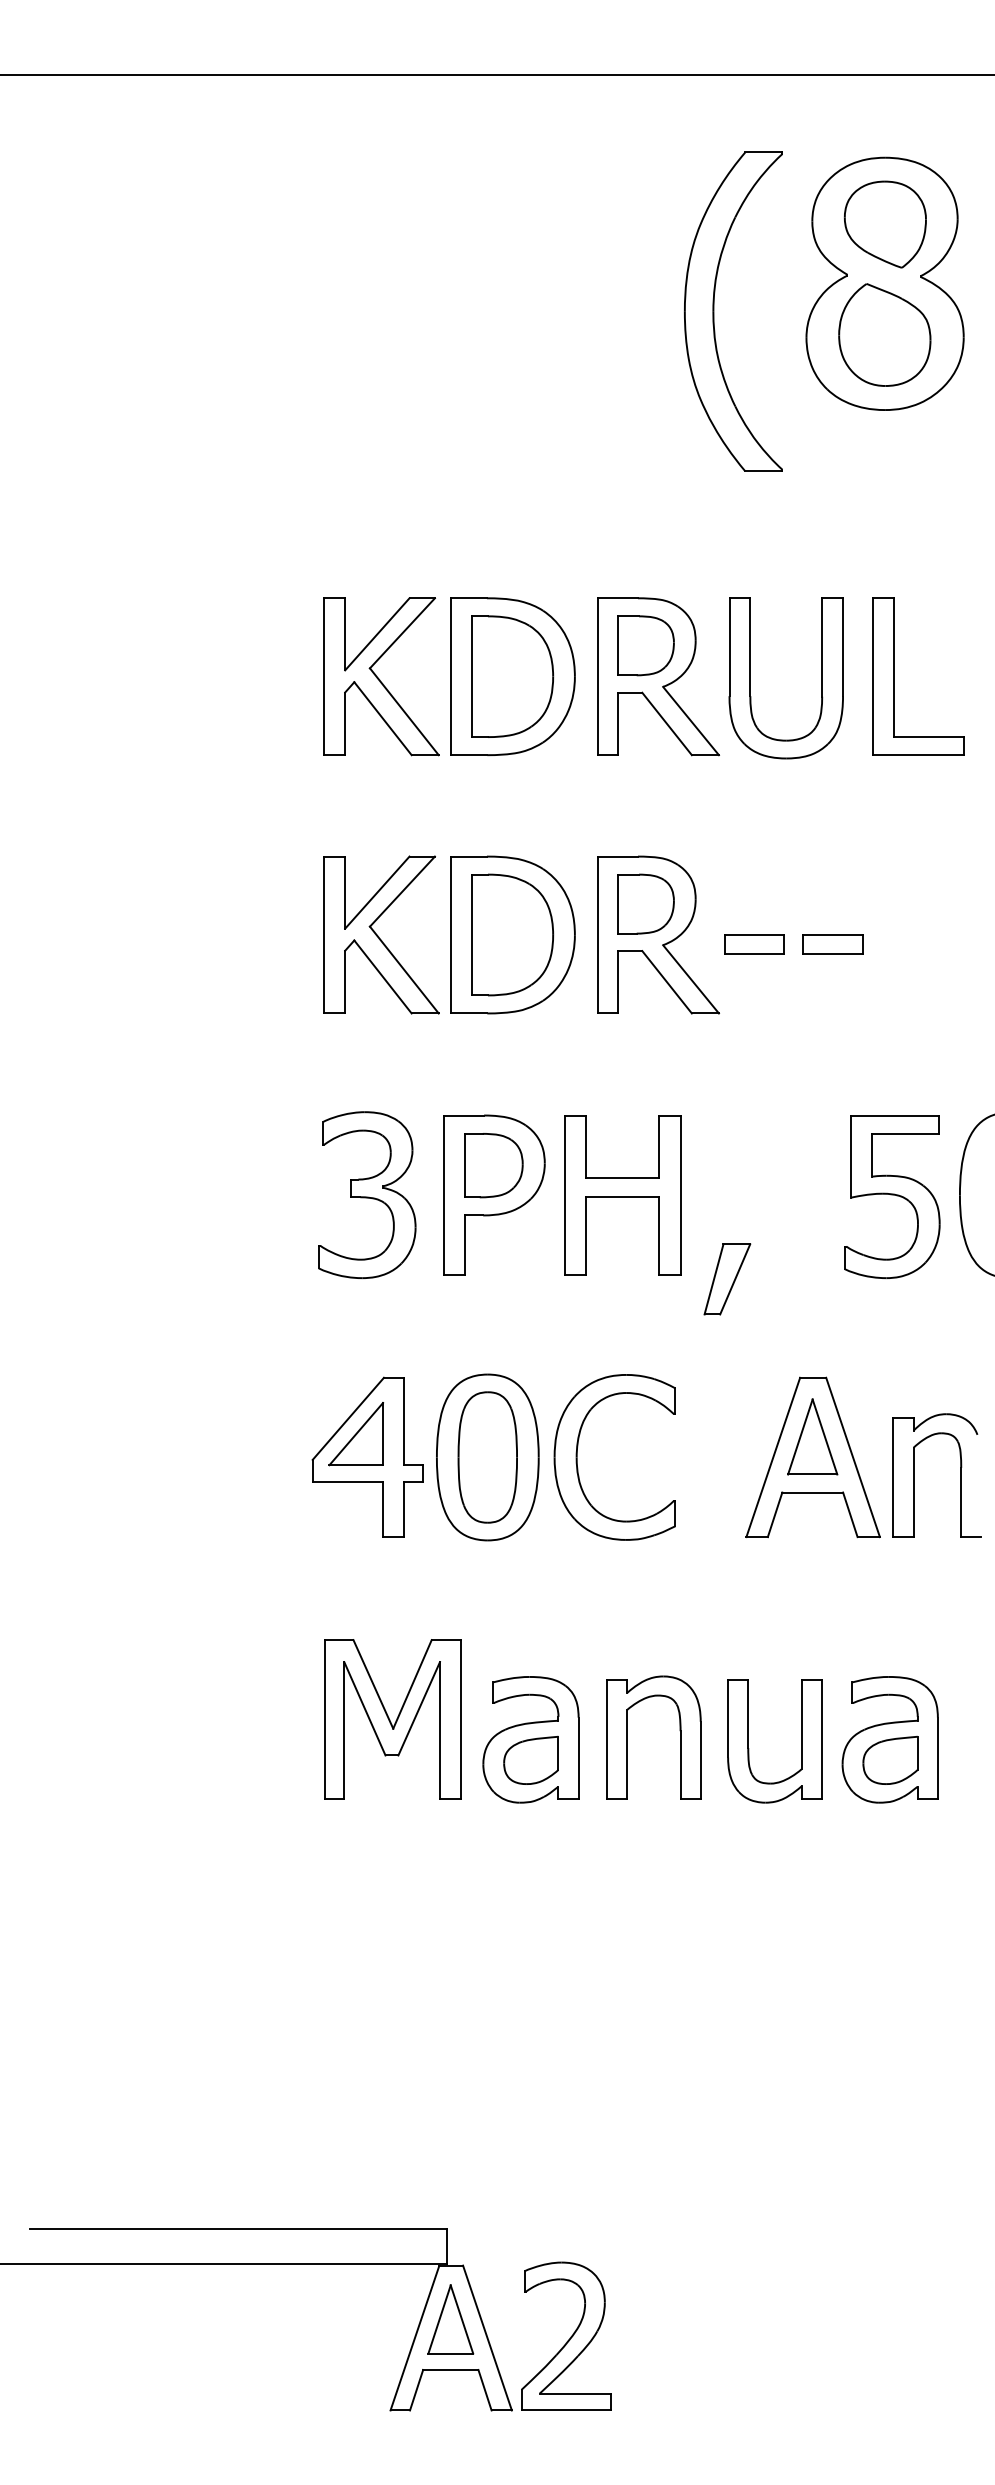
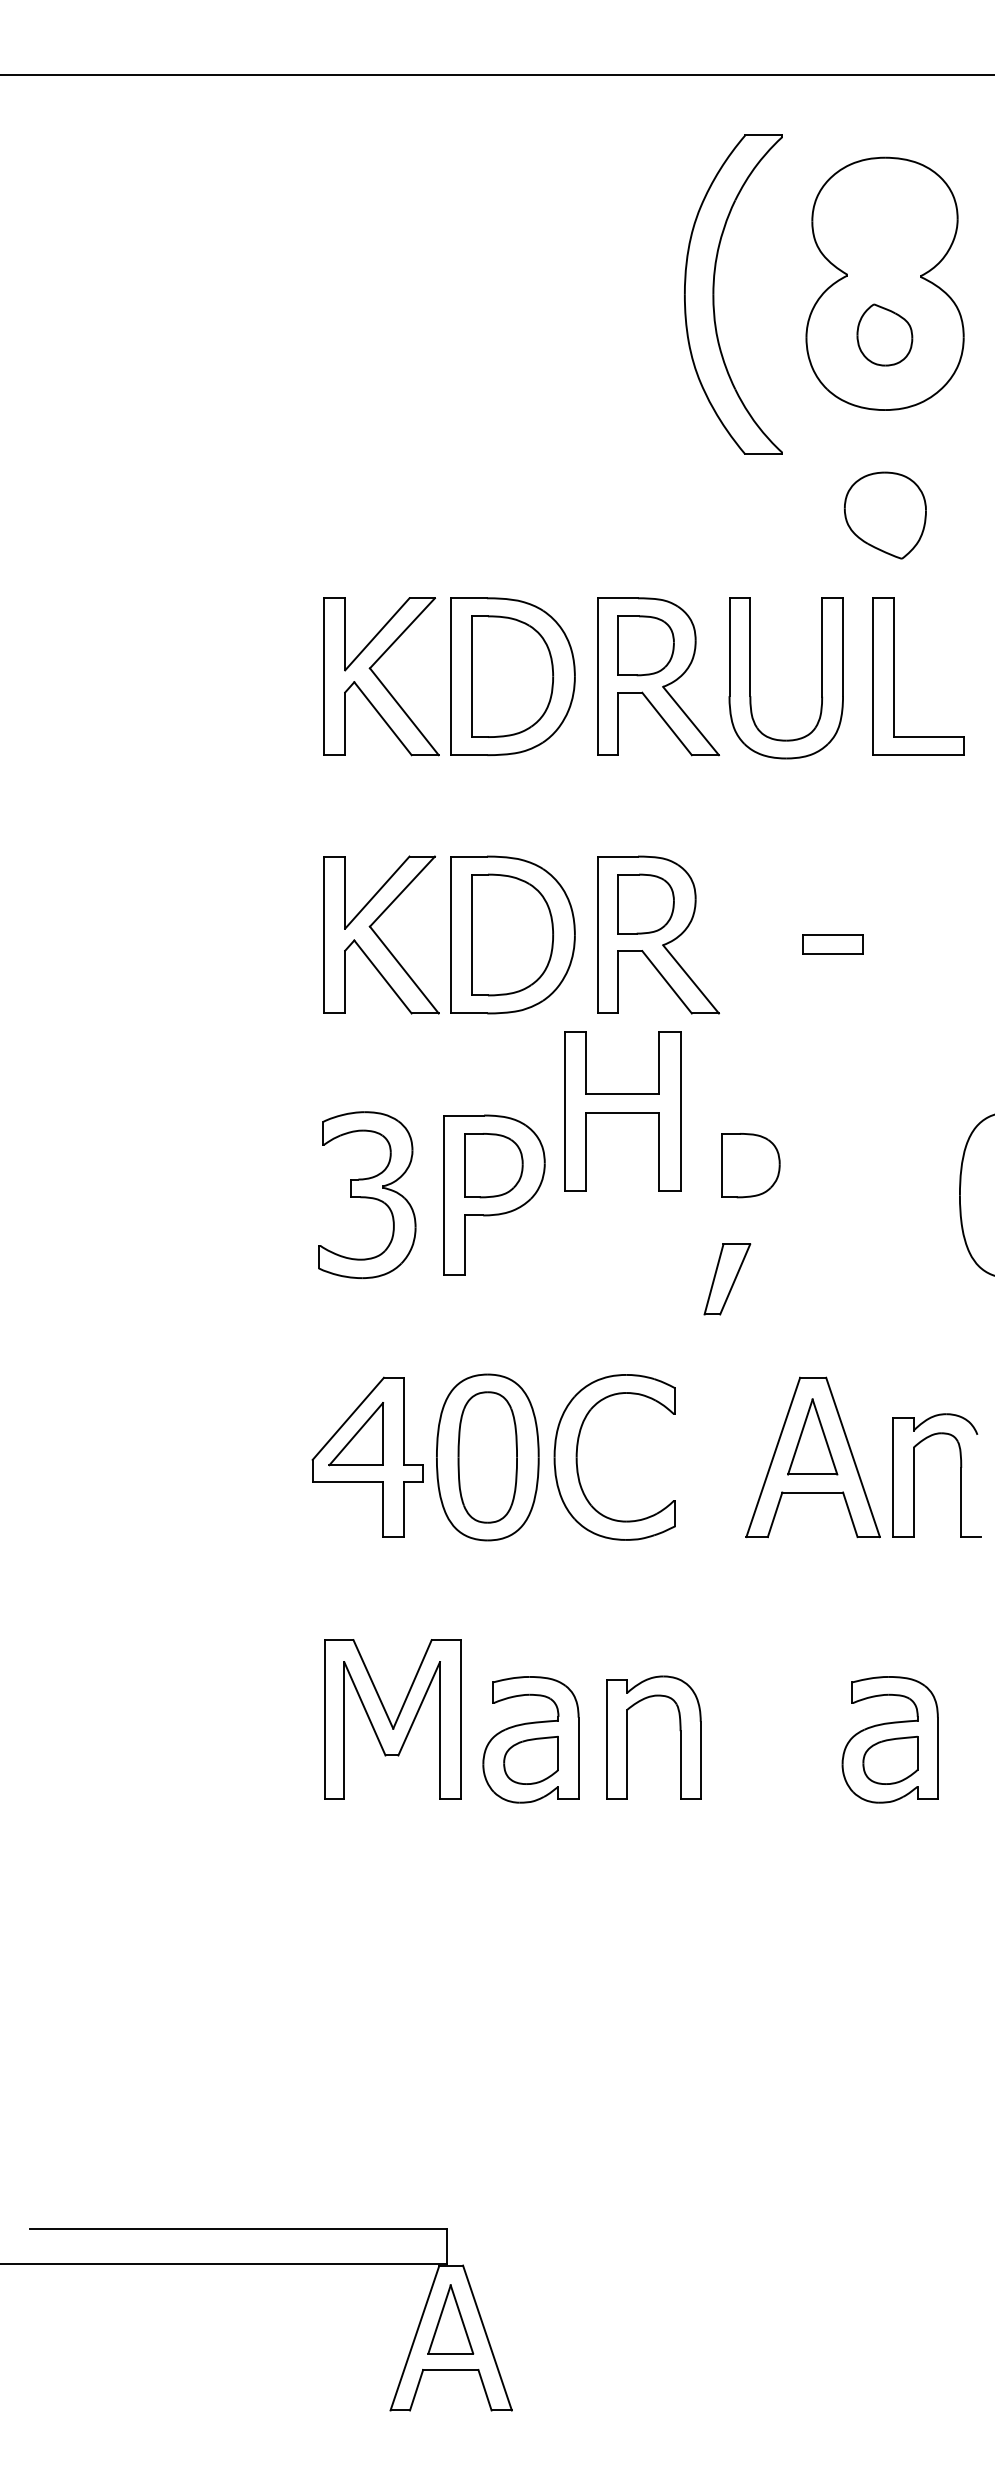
part at (884, 224) position: (884, 224) -> (884, 515)
part at (714, 311) position: (714, 311) -> (714, 294)
part at (884, 334) size: 94x104 px -> 58x64 px
part at (754, 944): present -> none
part at (750, 1165): none -> present
part at (622, 1195) position: (622, 1195) -> (622, 1111)
part at (892, 1196): present -> none
part at (749, 1748): present -> none
part at (566, 2335): present -> none
